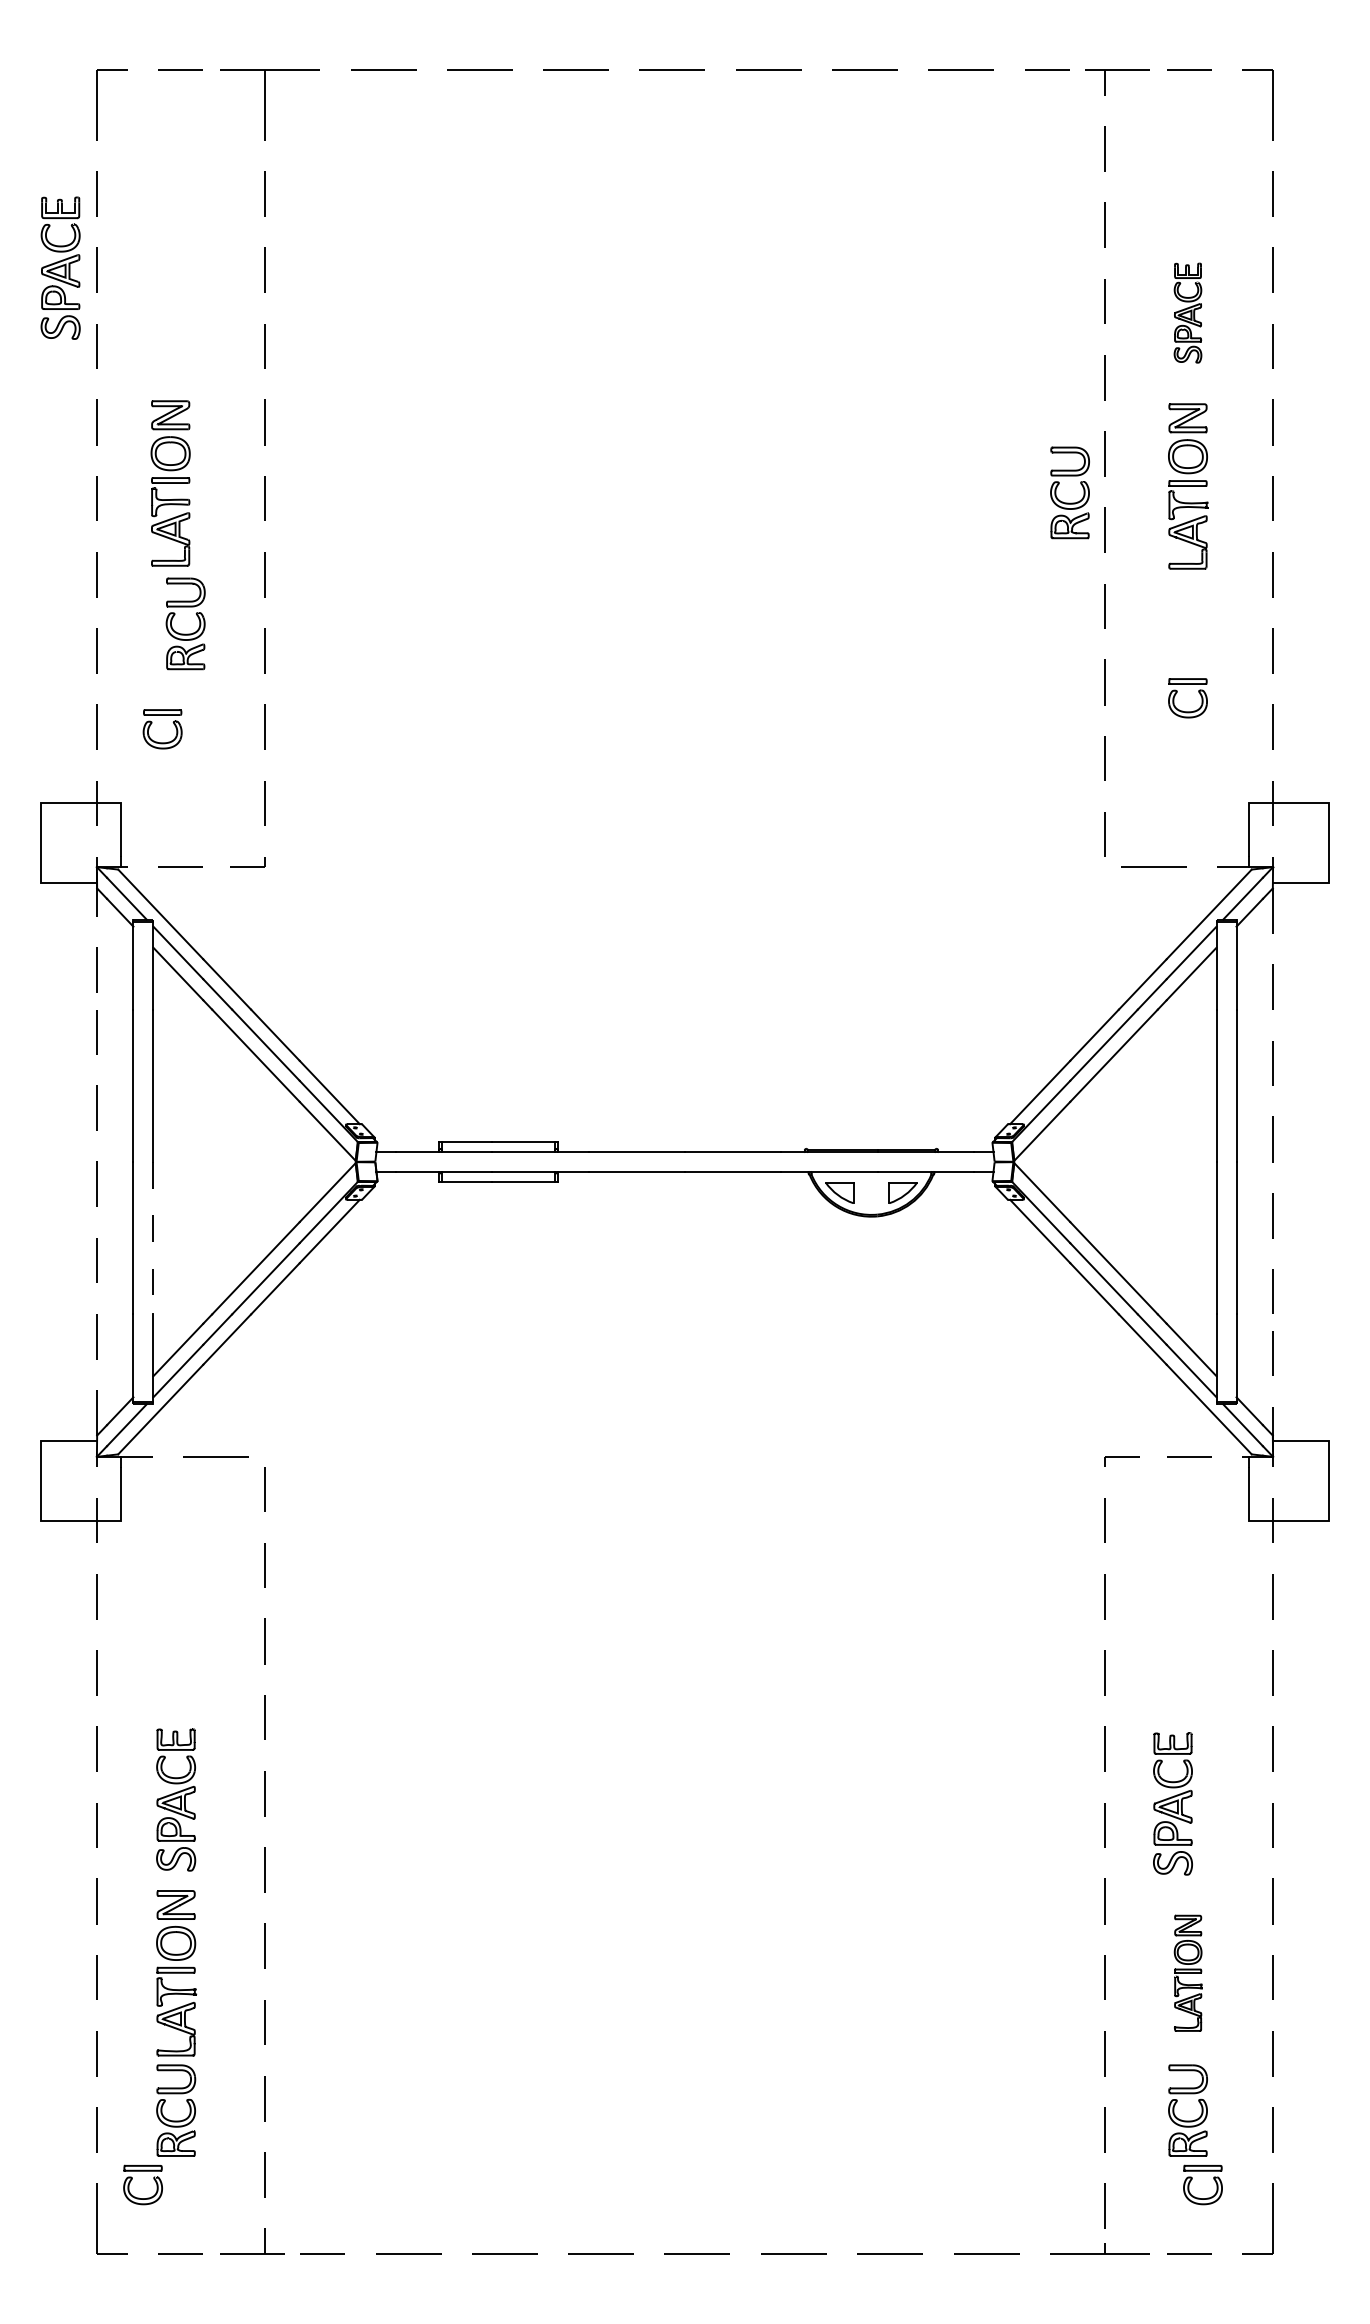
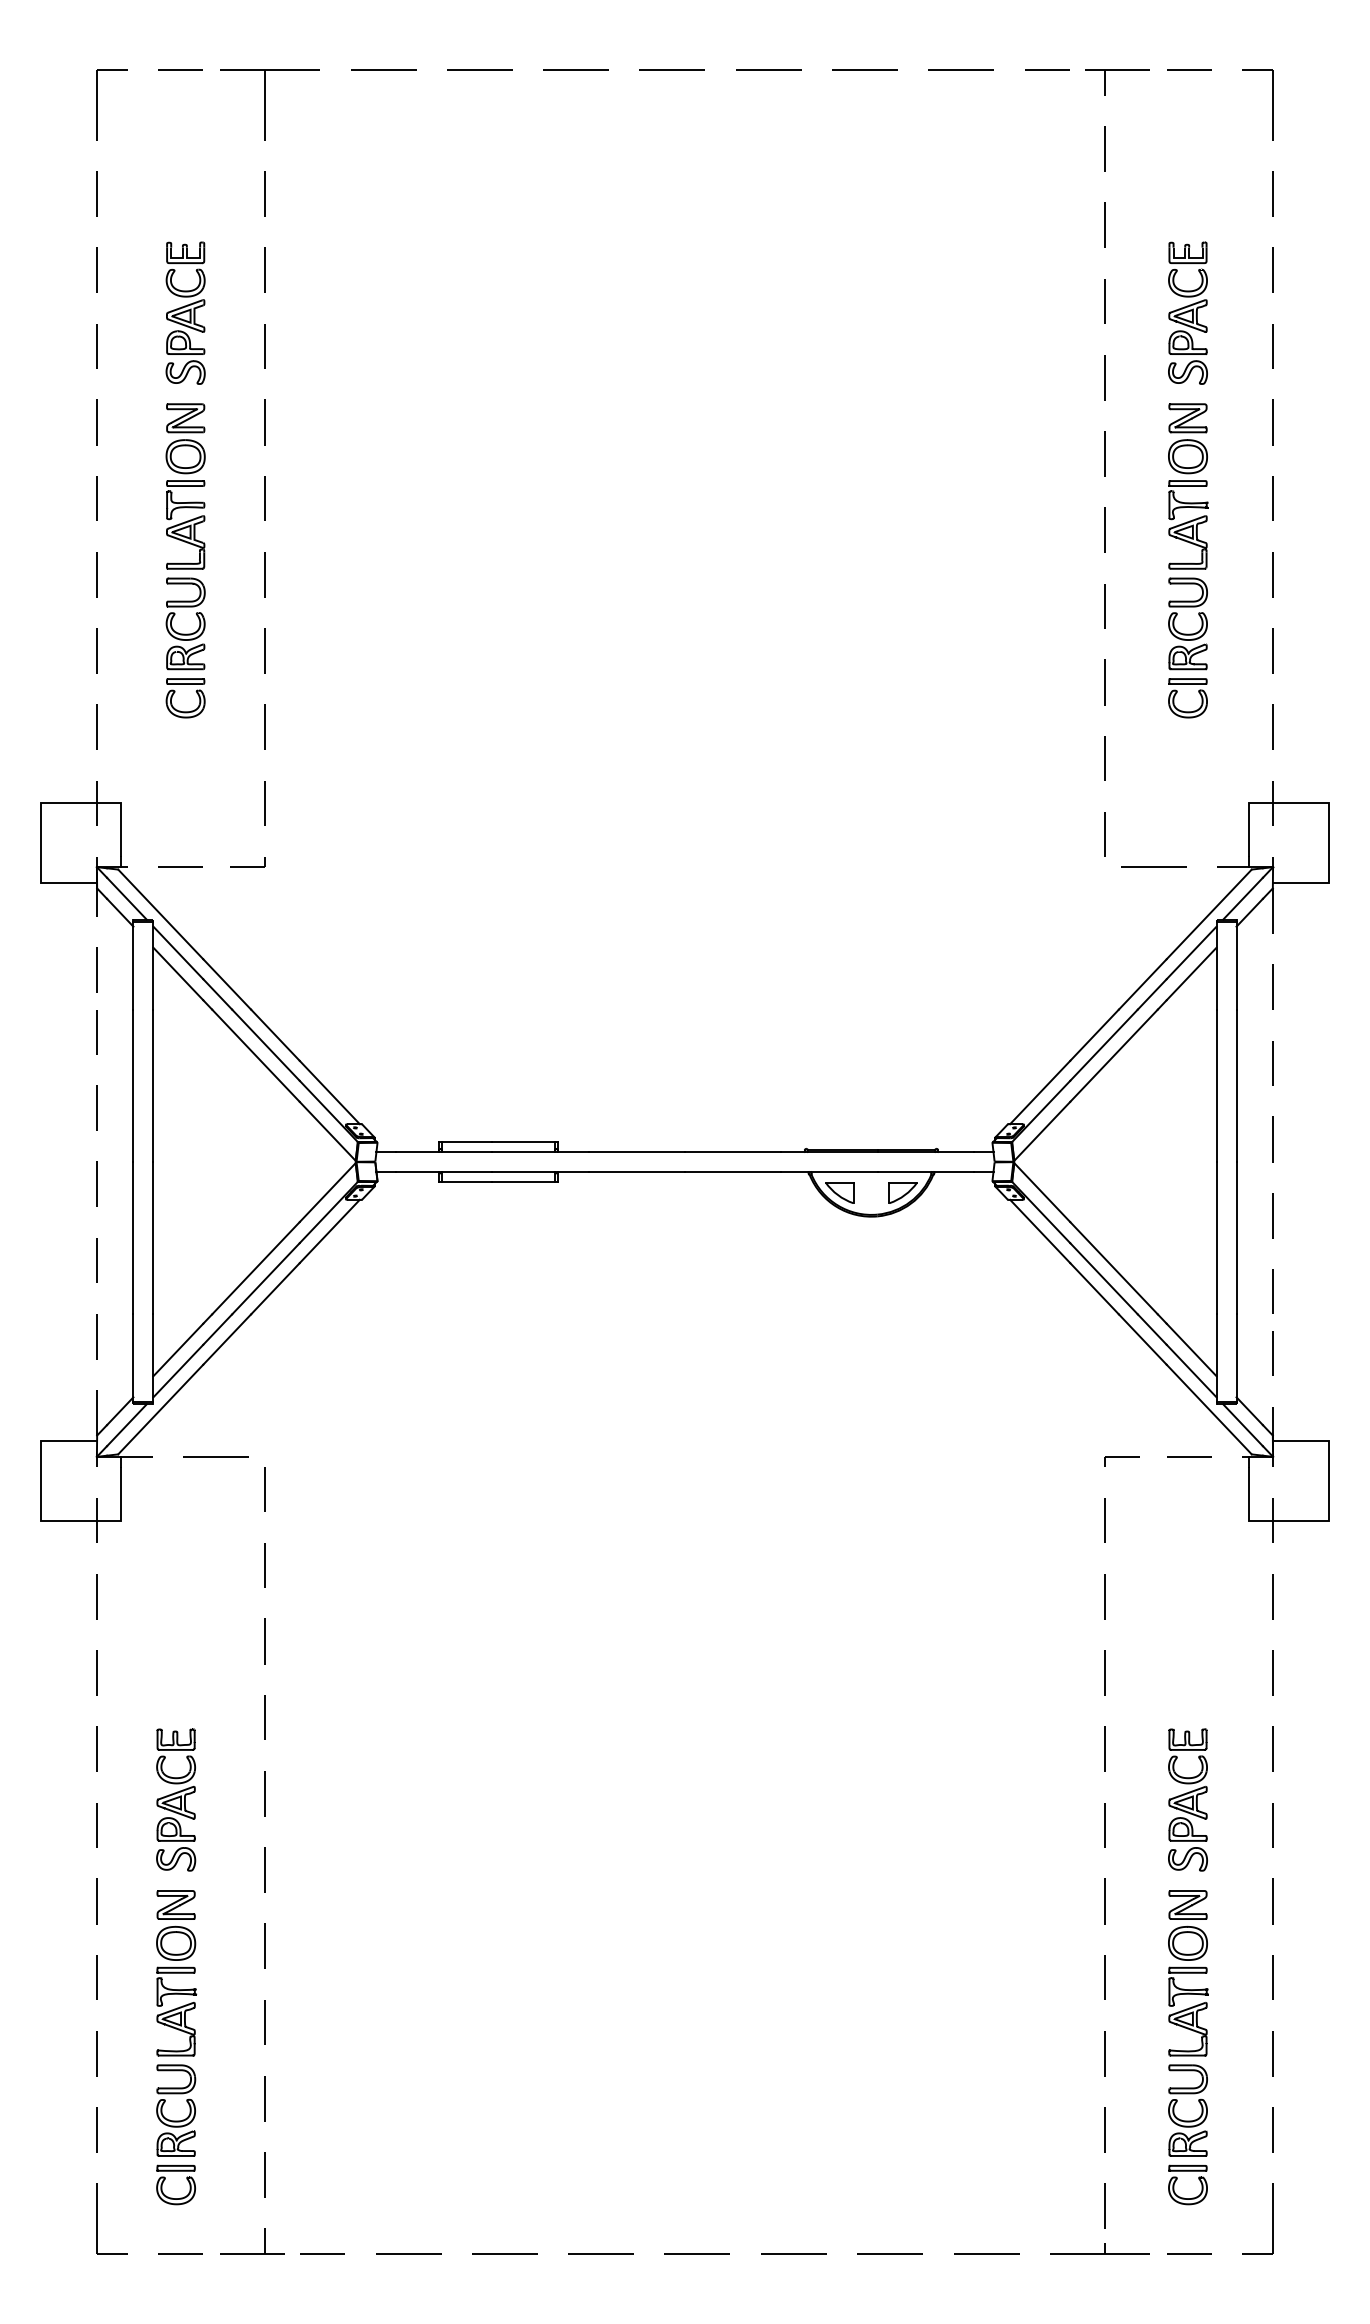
part at (60, 267) position: (60, 267) -> (185, 312)
part at (1187, 312) size: 30x102 px -> 40x144 px
part at (170, 483) position: (170, 483) -> (185, 486)
part at (1069, 502) position: (1069, 502) -> (1187, 633)
part at (152, 723) position: (152, 723) -> (175, 692)
line at (153, 1238): dashed -> solid
part at (1172, 1803) position: (1172, 1803) -> (1187, 1799)
part at (1187, 1972) size: 30x118 px -> 41x167 px
part at (132, 2179) position: (132, 2179) -> (165, 2179)
part at (1192, 2179) position: (1192, 2179) -> (1177, 2179)
